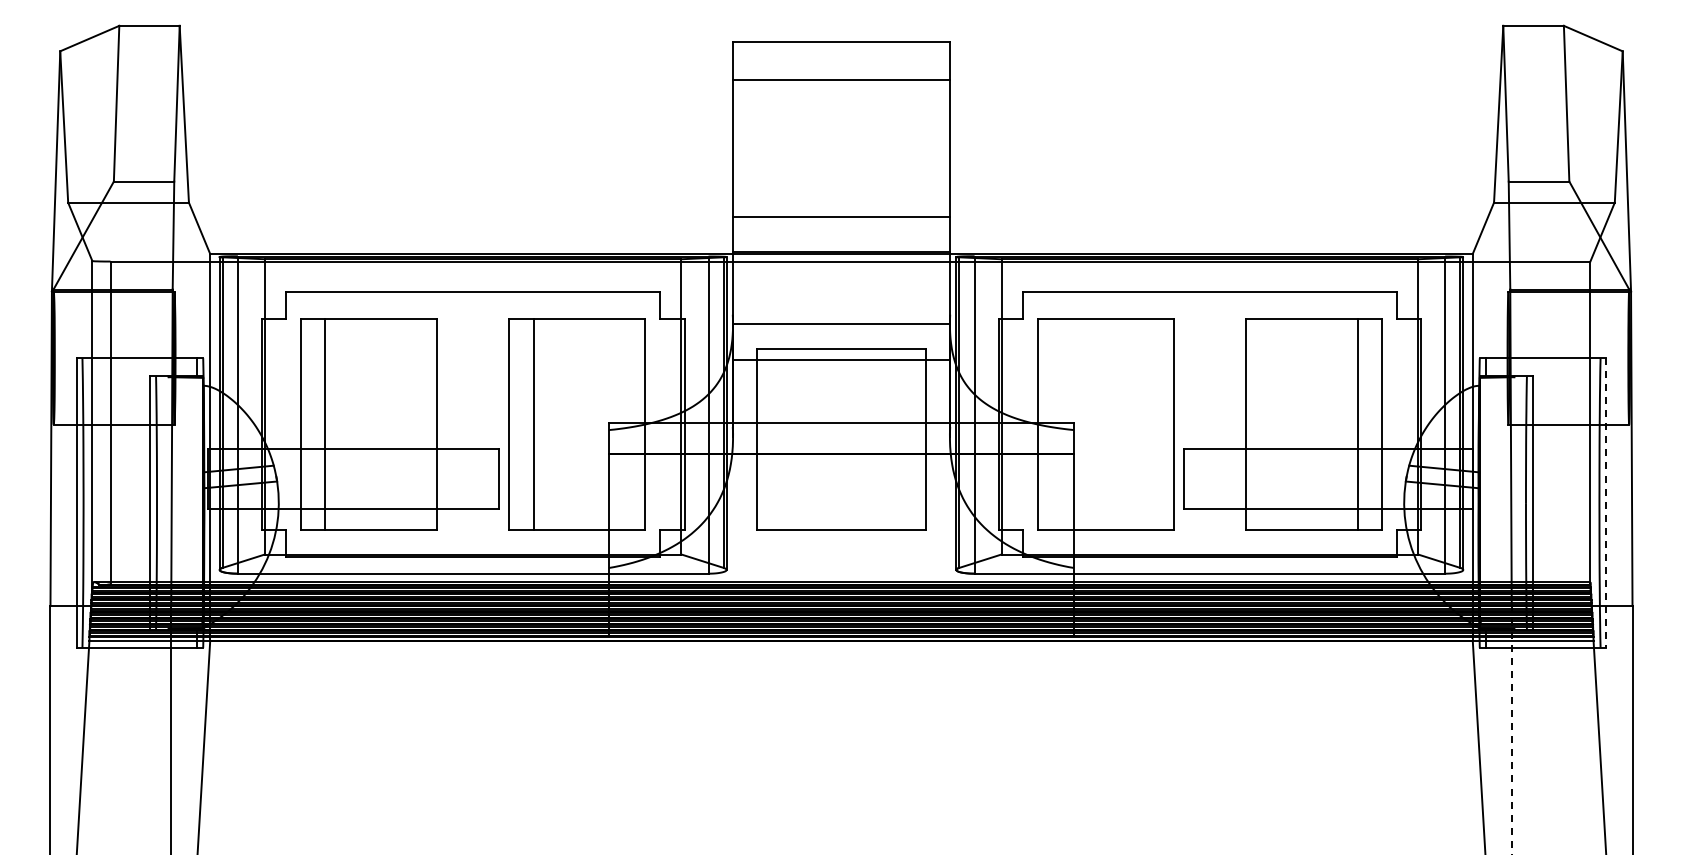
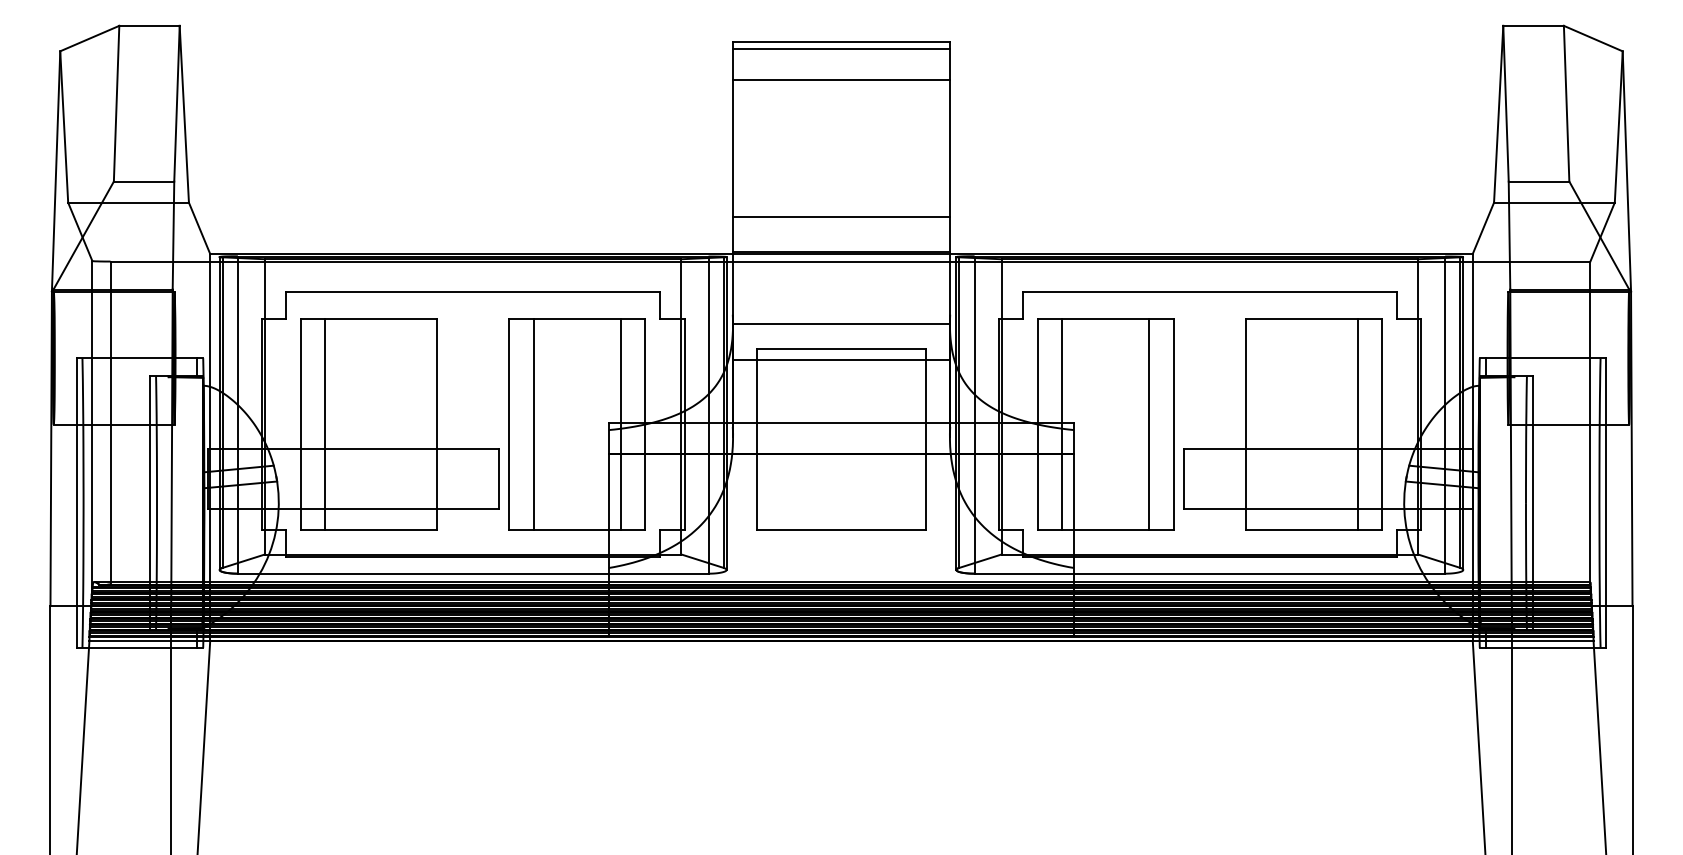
line at (841, 48): none -> present
line at (621, 424): none -> present
line at (1061, 424): none -> present
line at (1149, 424): none -> present
line at (1606, 503): dashed -> solid
line at (1511, 730): dashed -> solid
